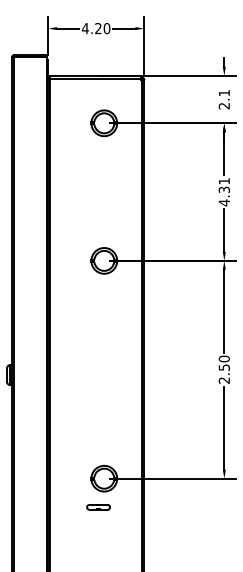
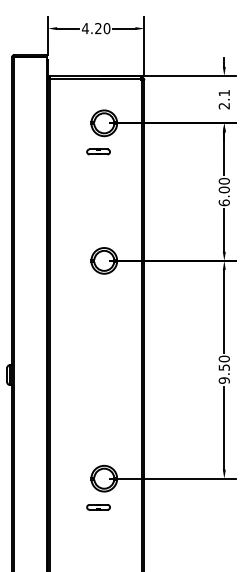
part at (98, 151): none -> present
text at (223, 192): 4.31 -> 6.00
text at (223, 380): 2.50 -> 9.50
